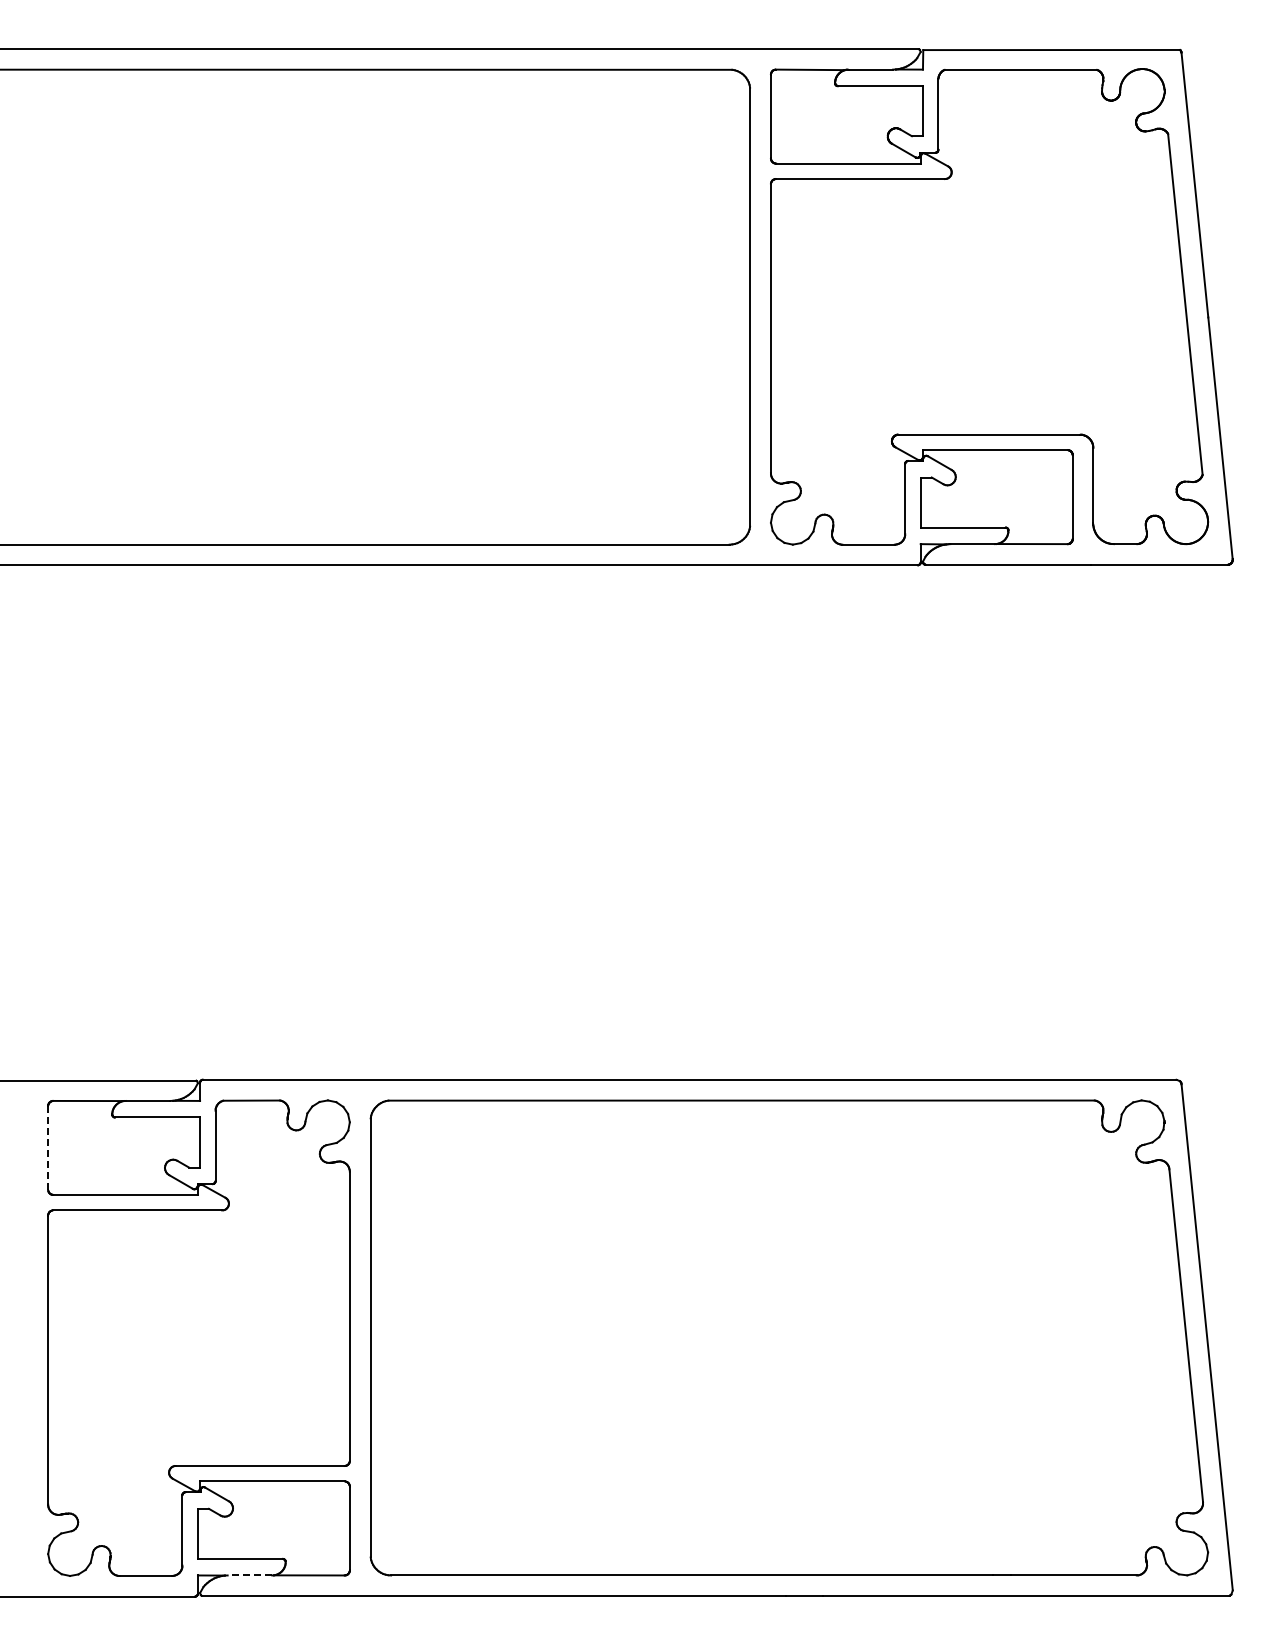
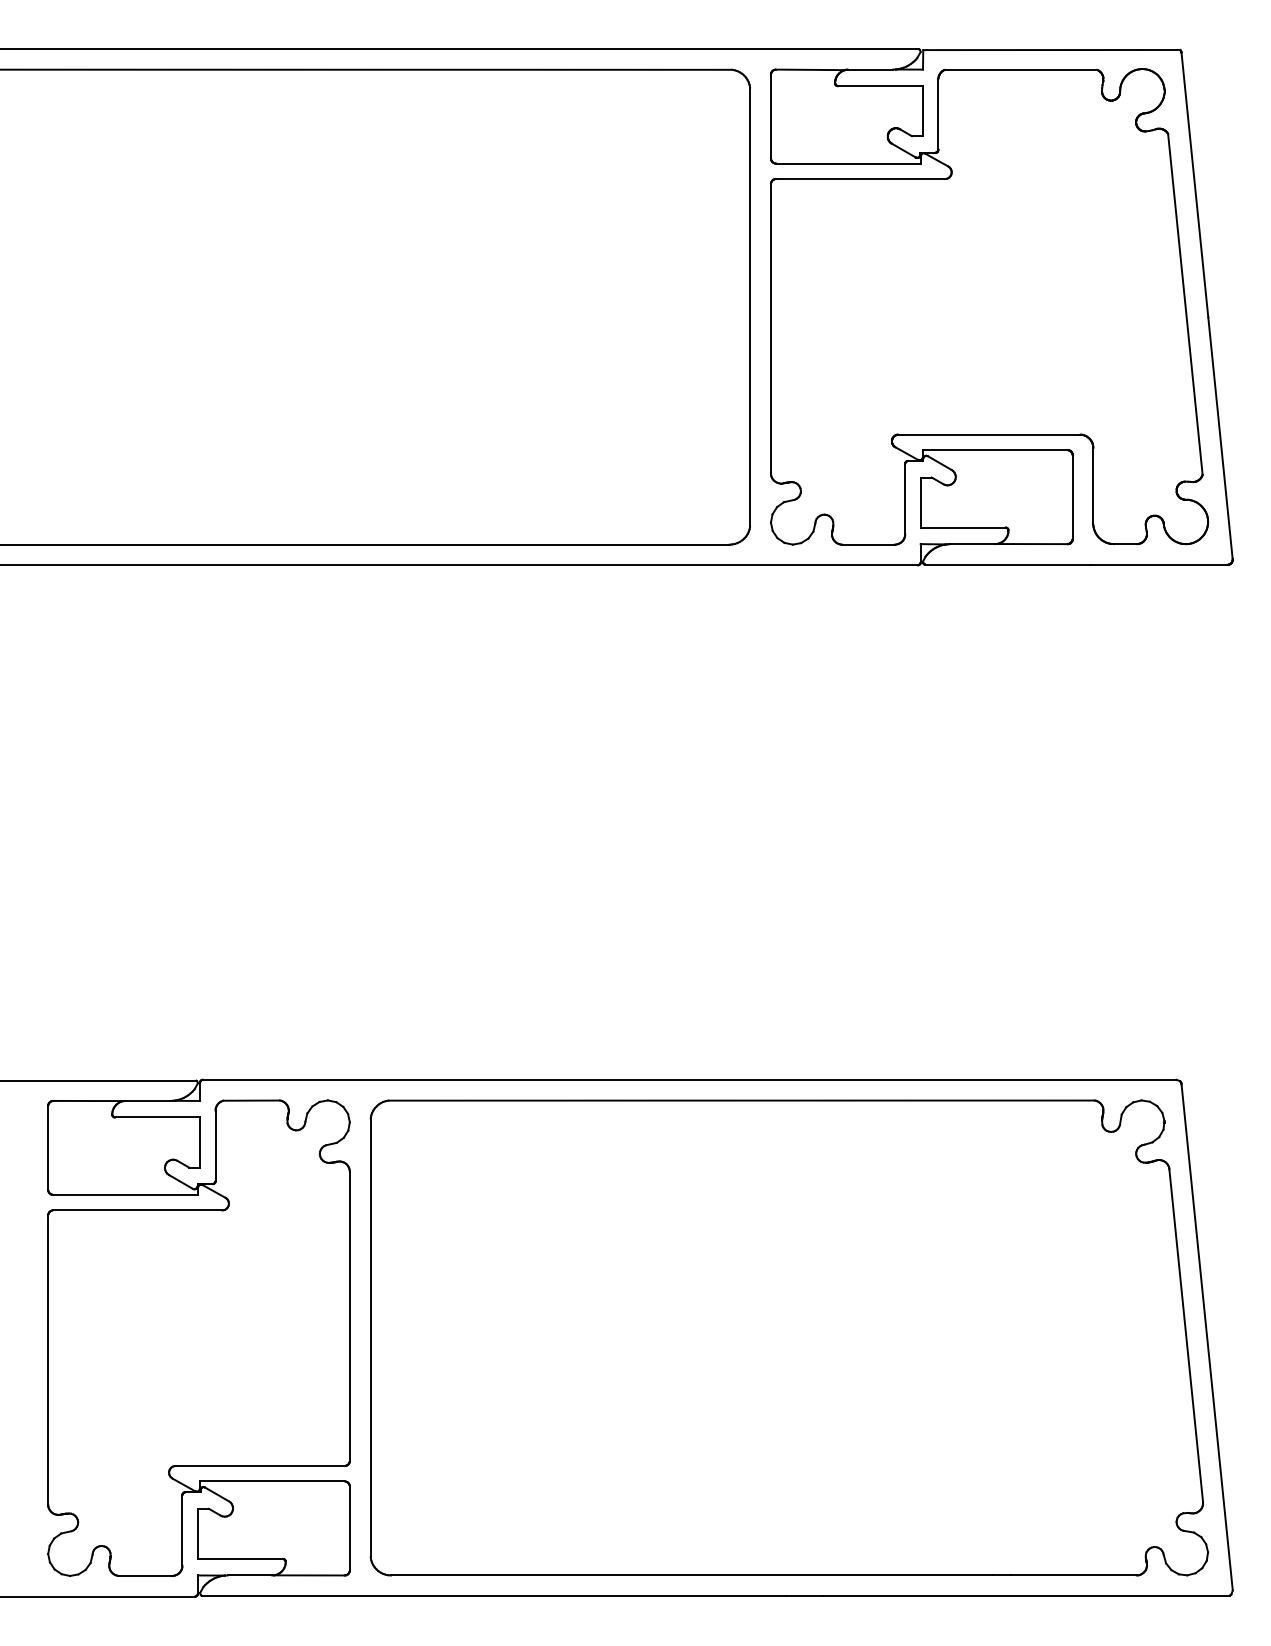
line at (48, 1147): dashed -> solid
line at (249, 1575): dashed -> solid
